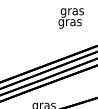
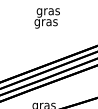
text at (70, 18) position: (70, 18) -> (46, 18)
